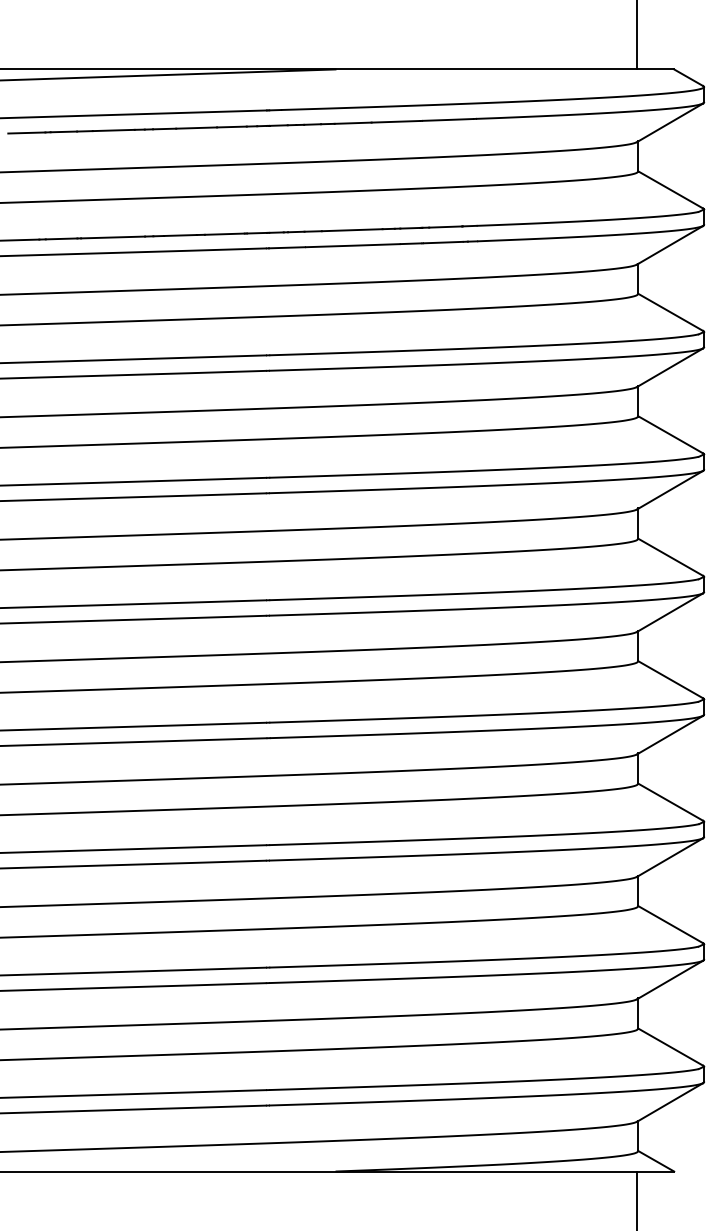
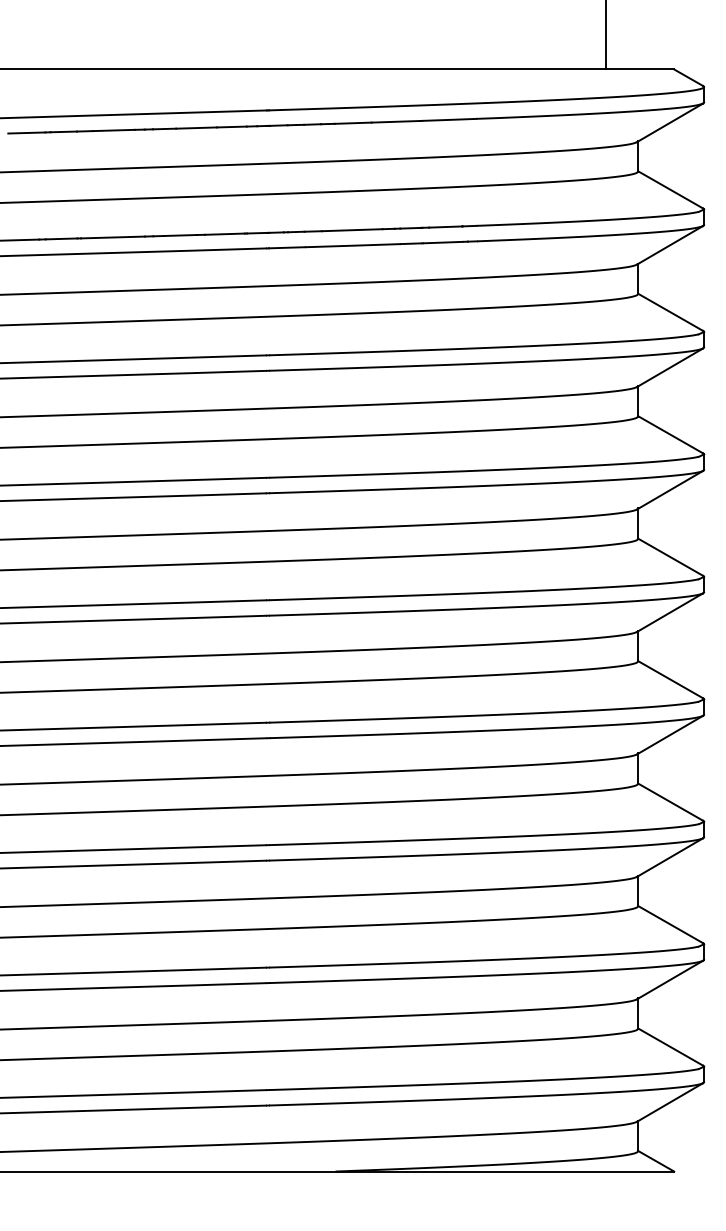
line at (636, 35) position: (636, 35) -> (605, 35)
line at (168, 74): present -> none
line at (636, 1199): present -> none
